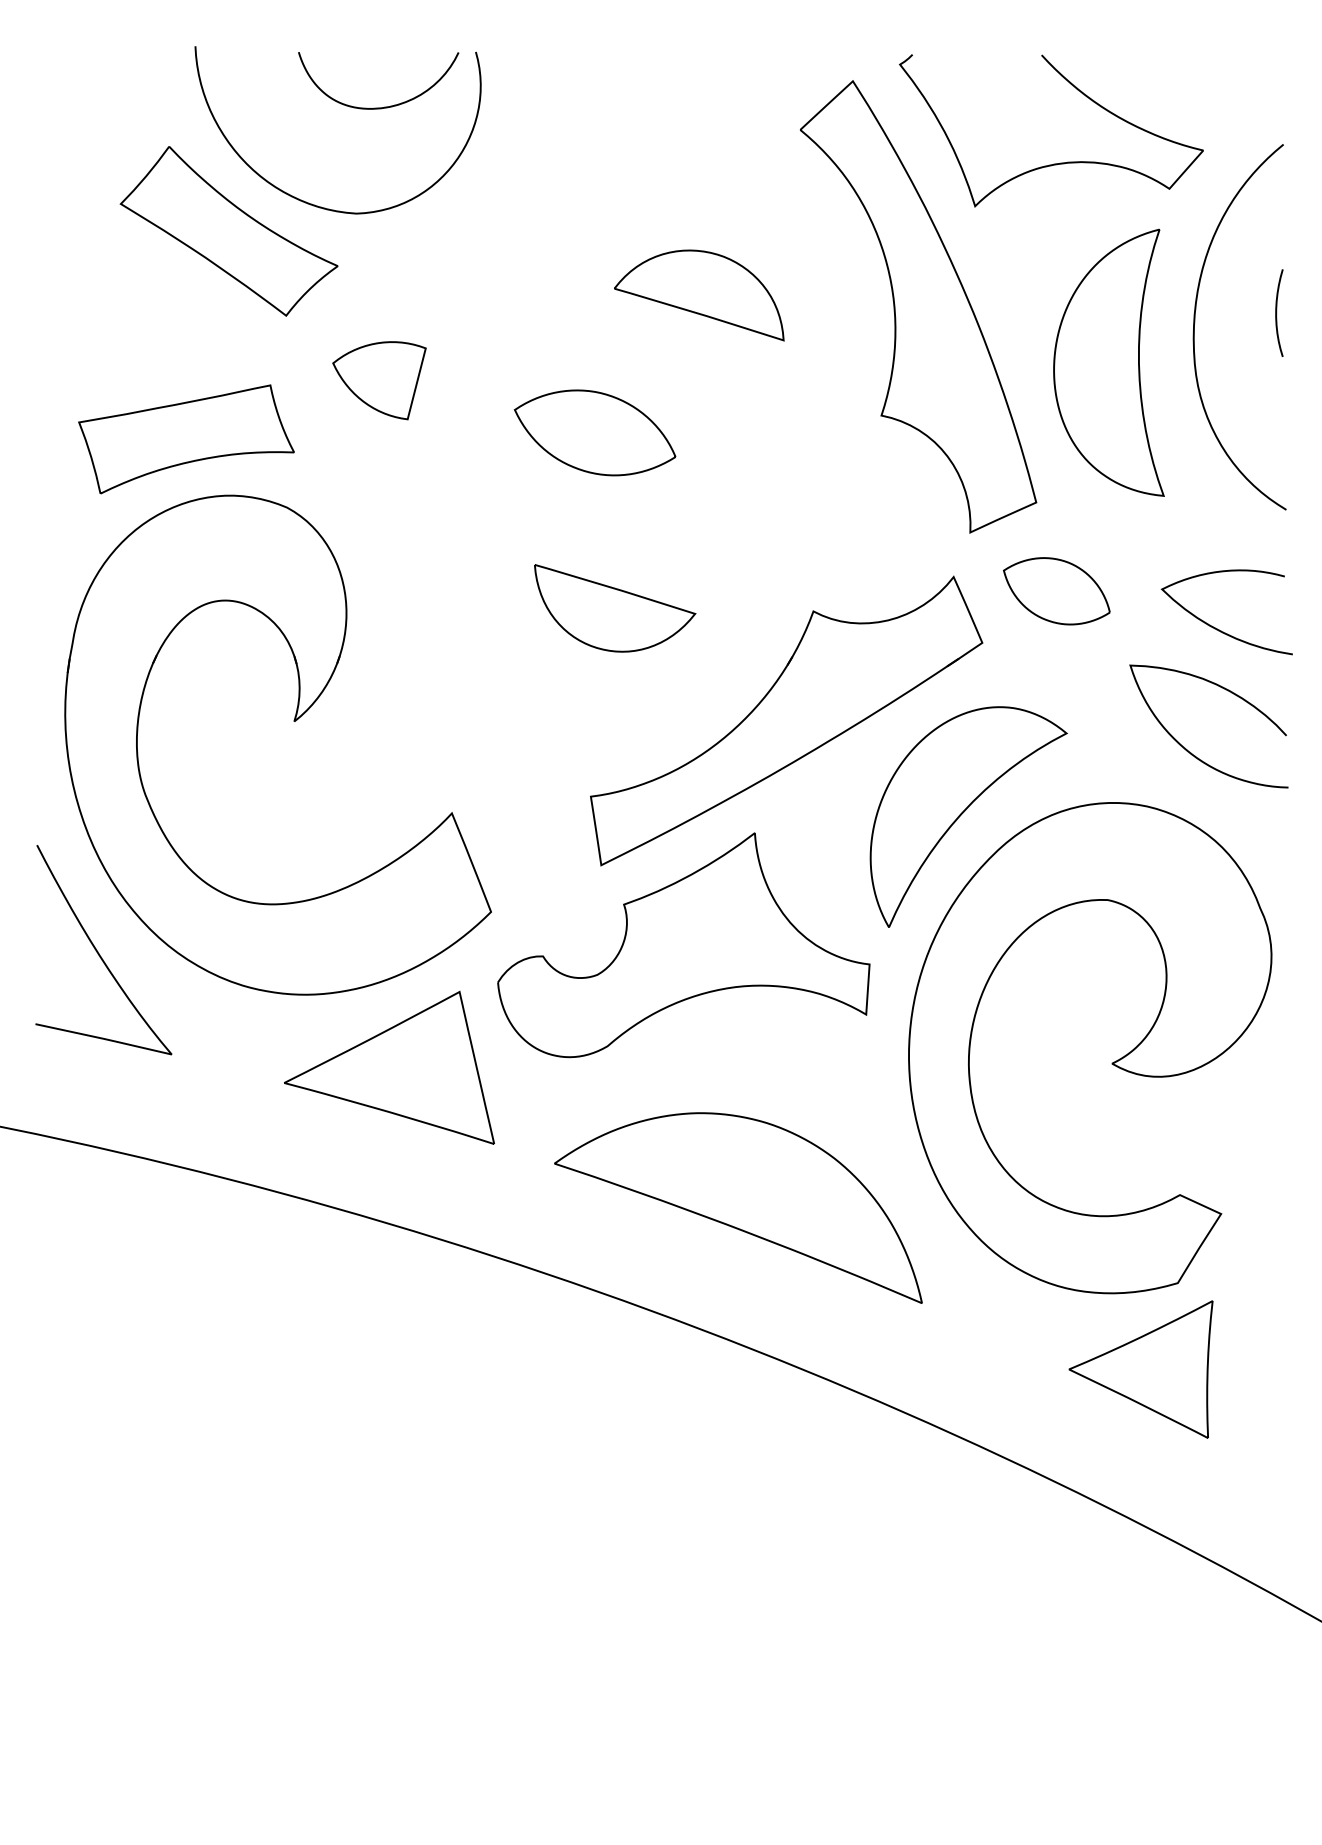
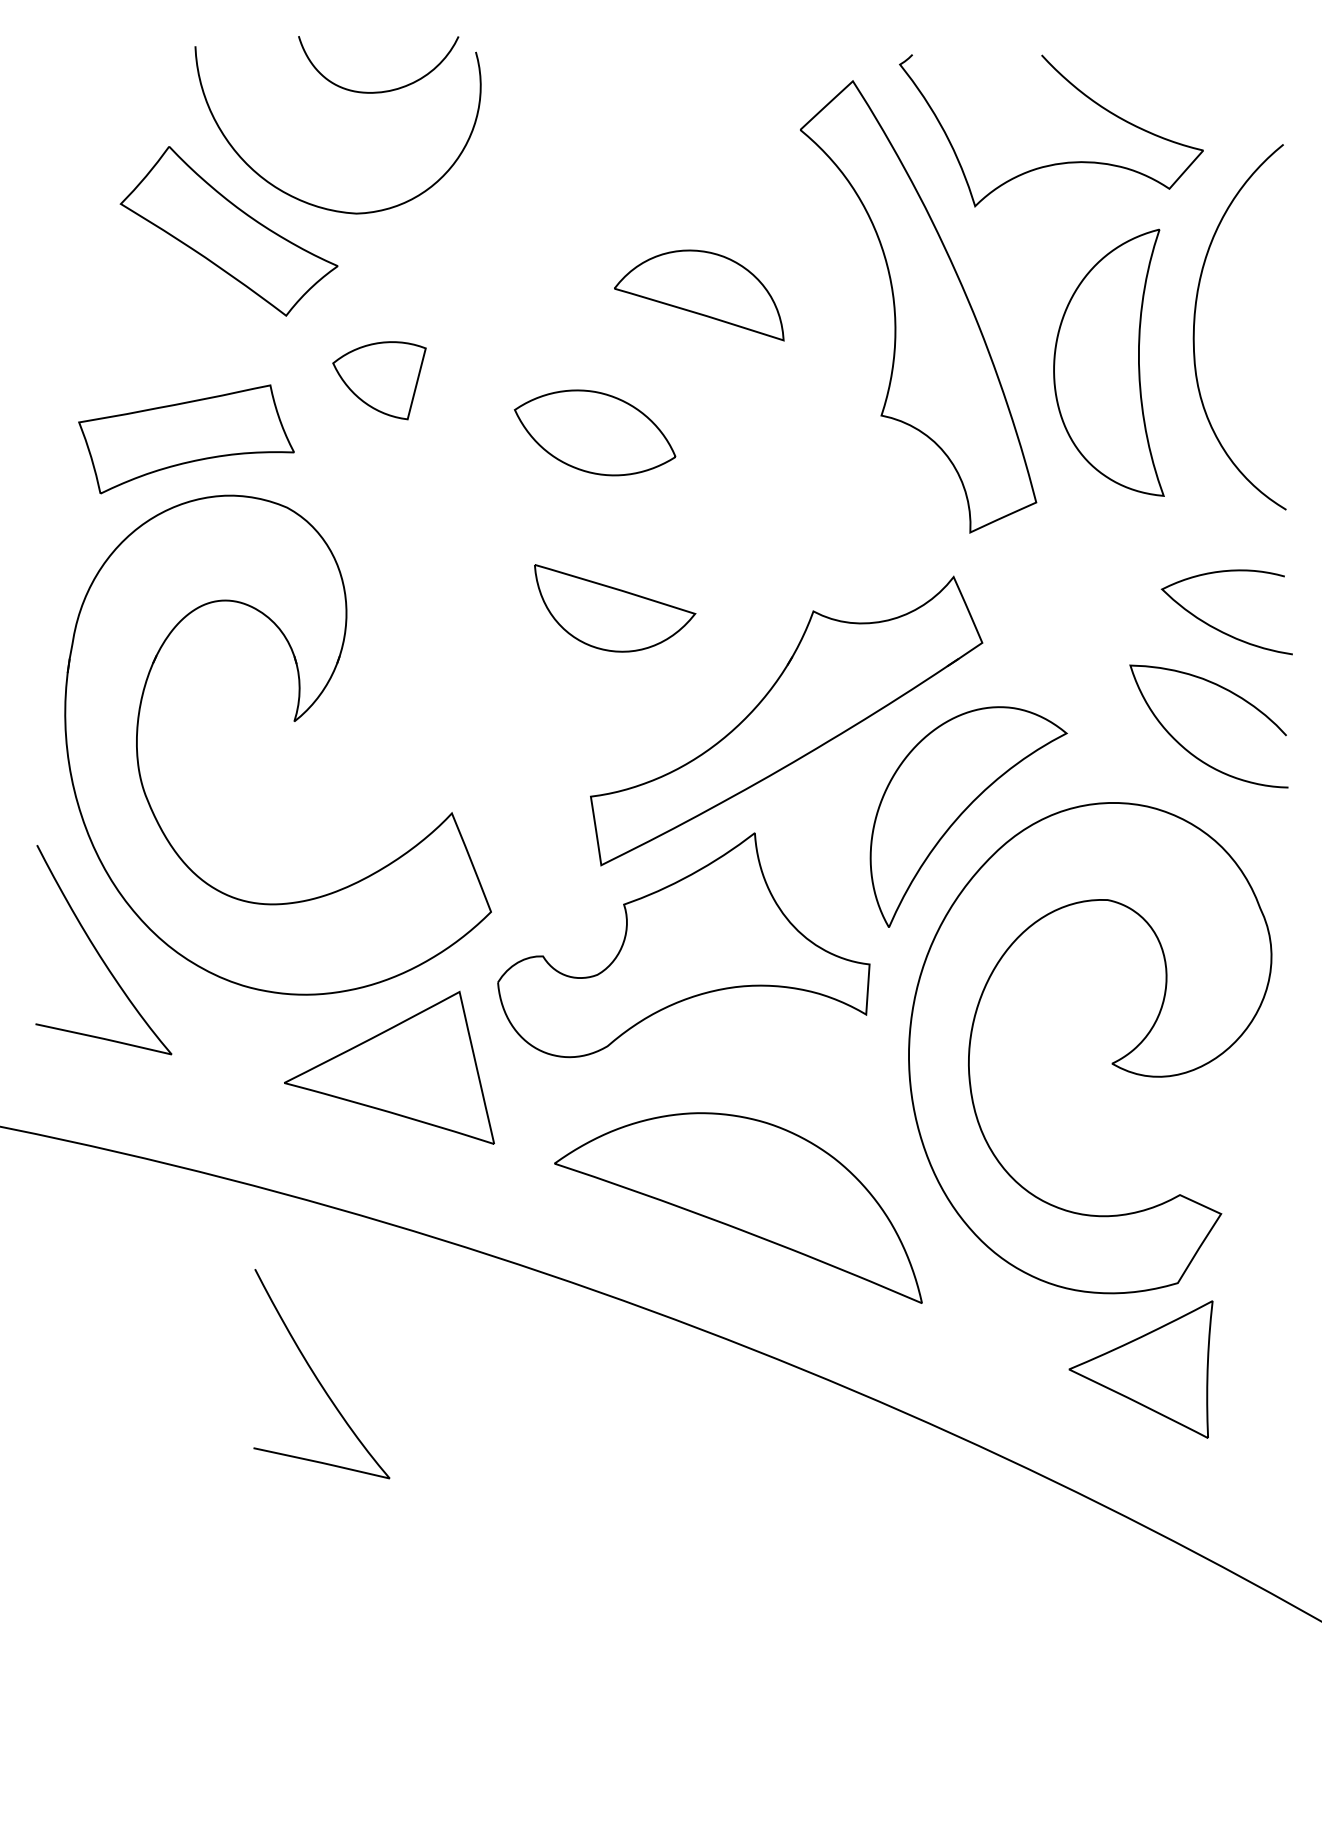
curve at (384, 106) position: (384, 106) -> (384, 90)
curve at (1277, 312): present -> none
part at (1056, 591): present -> none
curve at (317, 1377): none -> present
